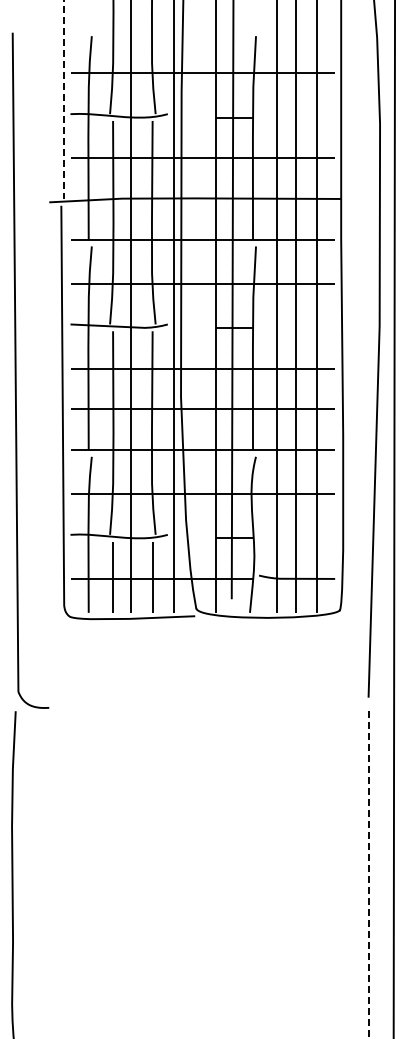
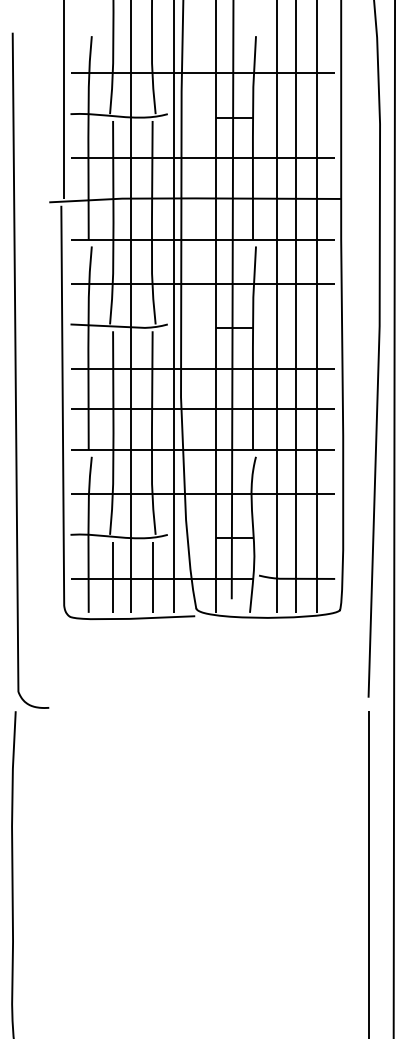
line at (64, 100): dashed -> solid
line at (368, 875): dashed -> solid
